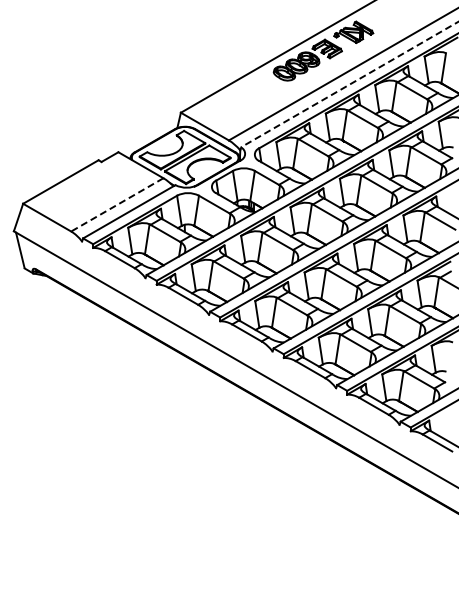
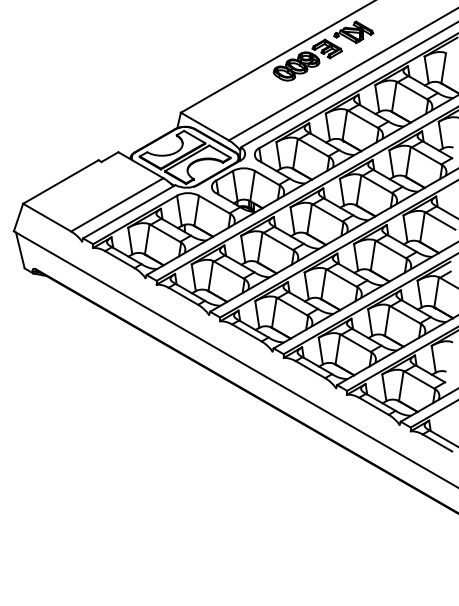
line at (349, 84): dashed -> solid
line at (116, 205): dashed -> solid
